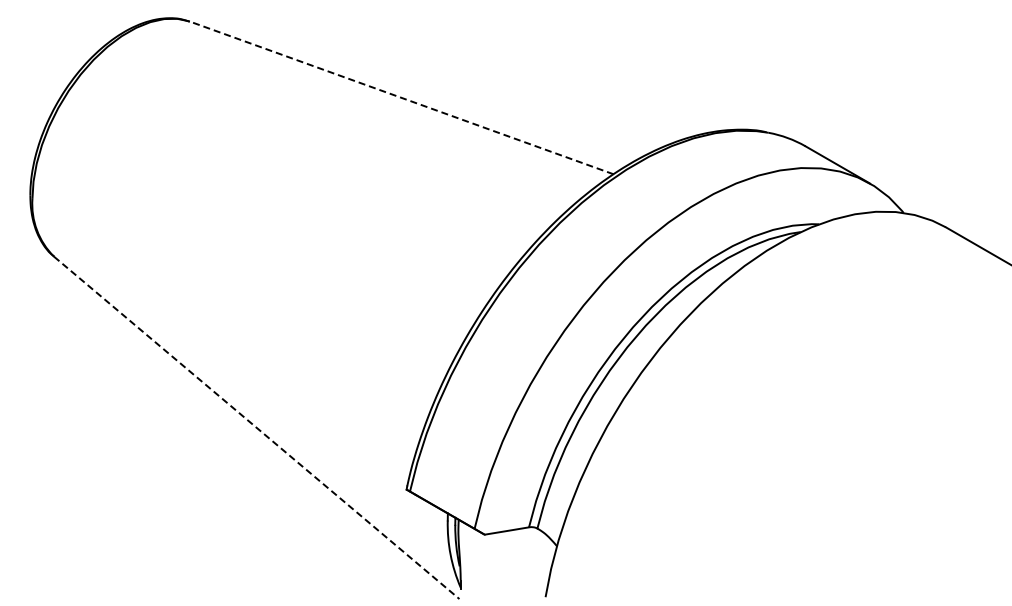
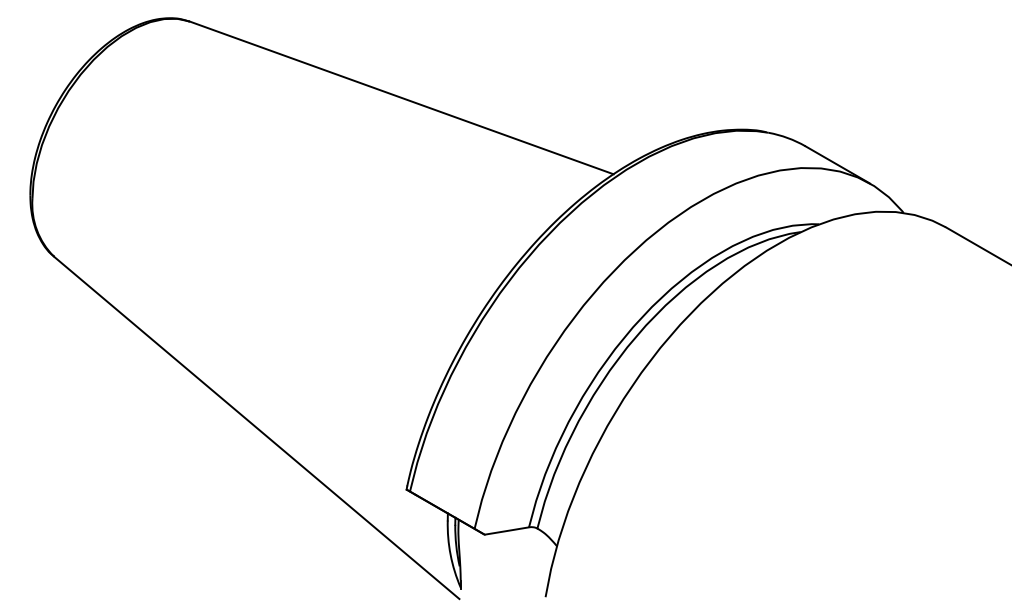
line at (401, 97): dashed -> solid
line at (257, 428): dashed -> solid
